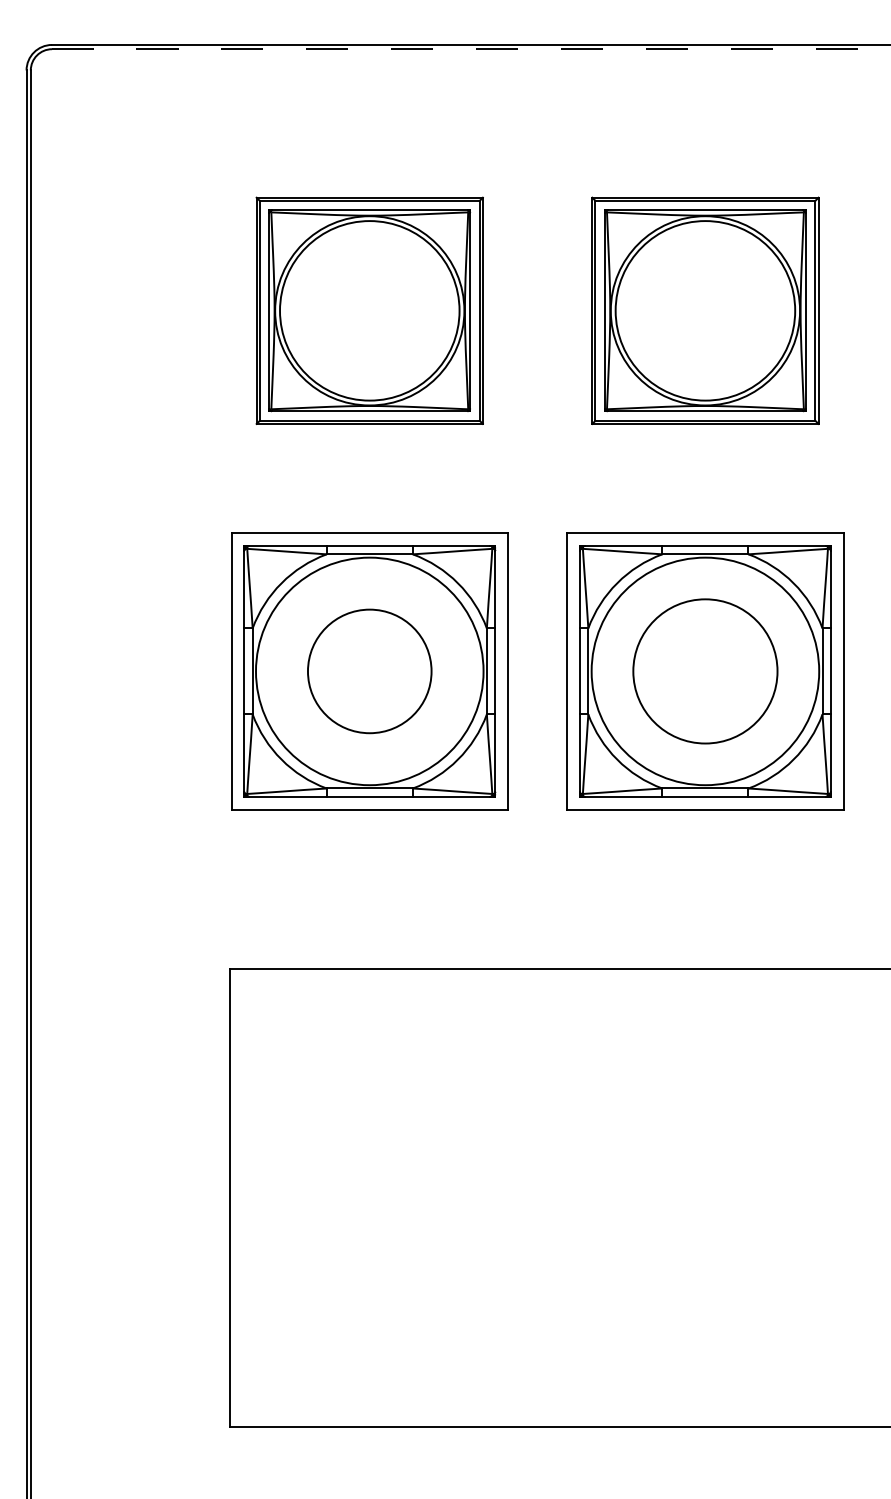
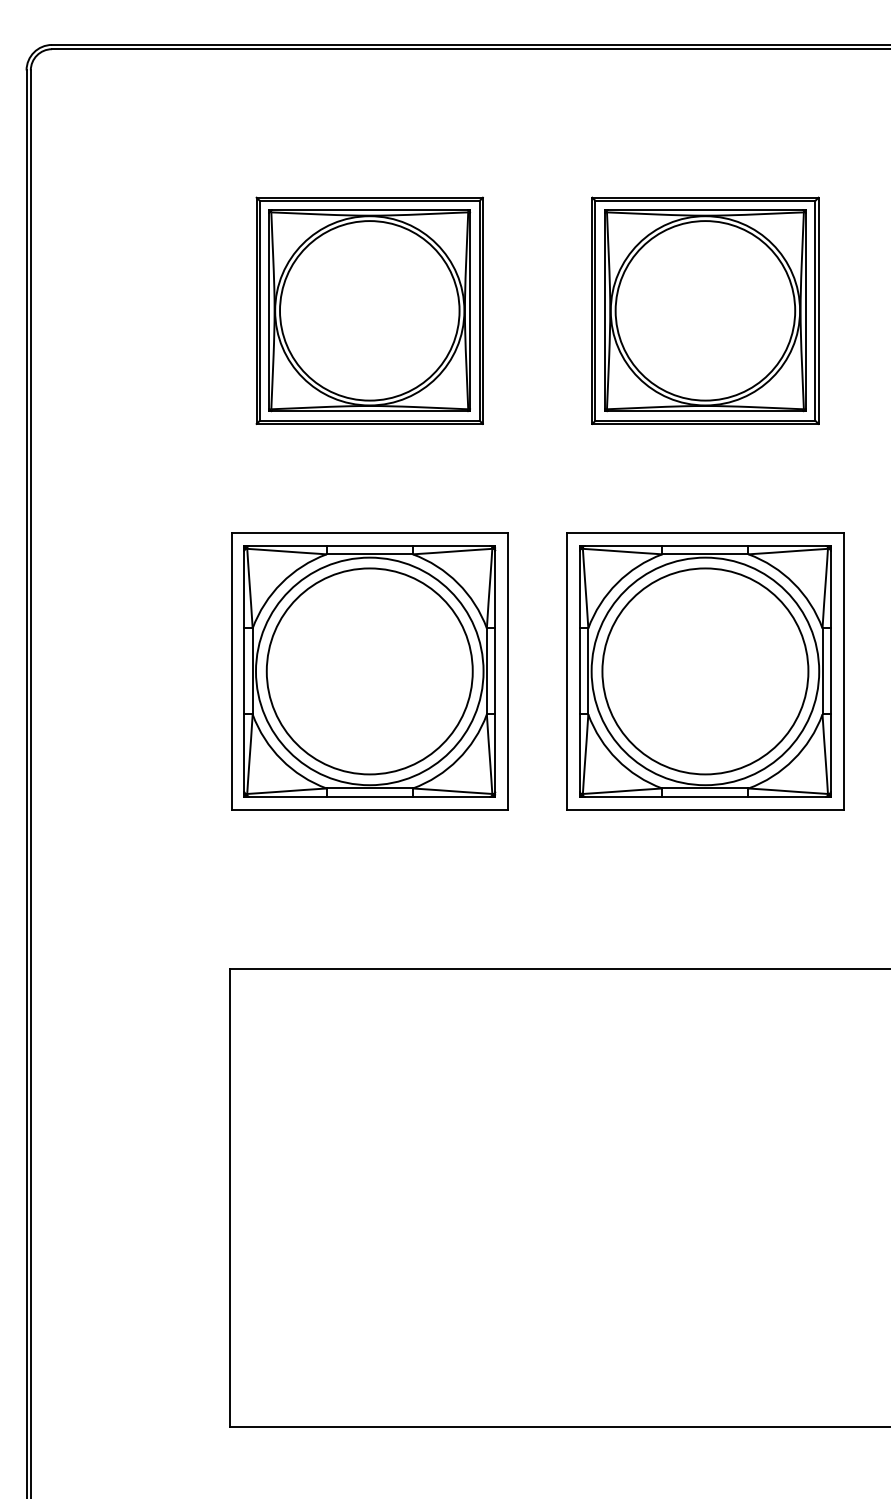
line at (470, 49): dashed -> solid
circle at (369, 671) diameter: 124 px -> 206 px
circle at (705, 671) diameter: 144 px -> 206 px
